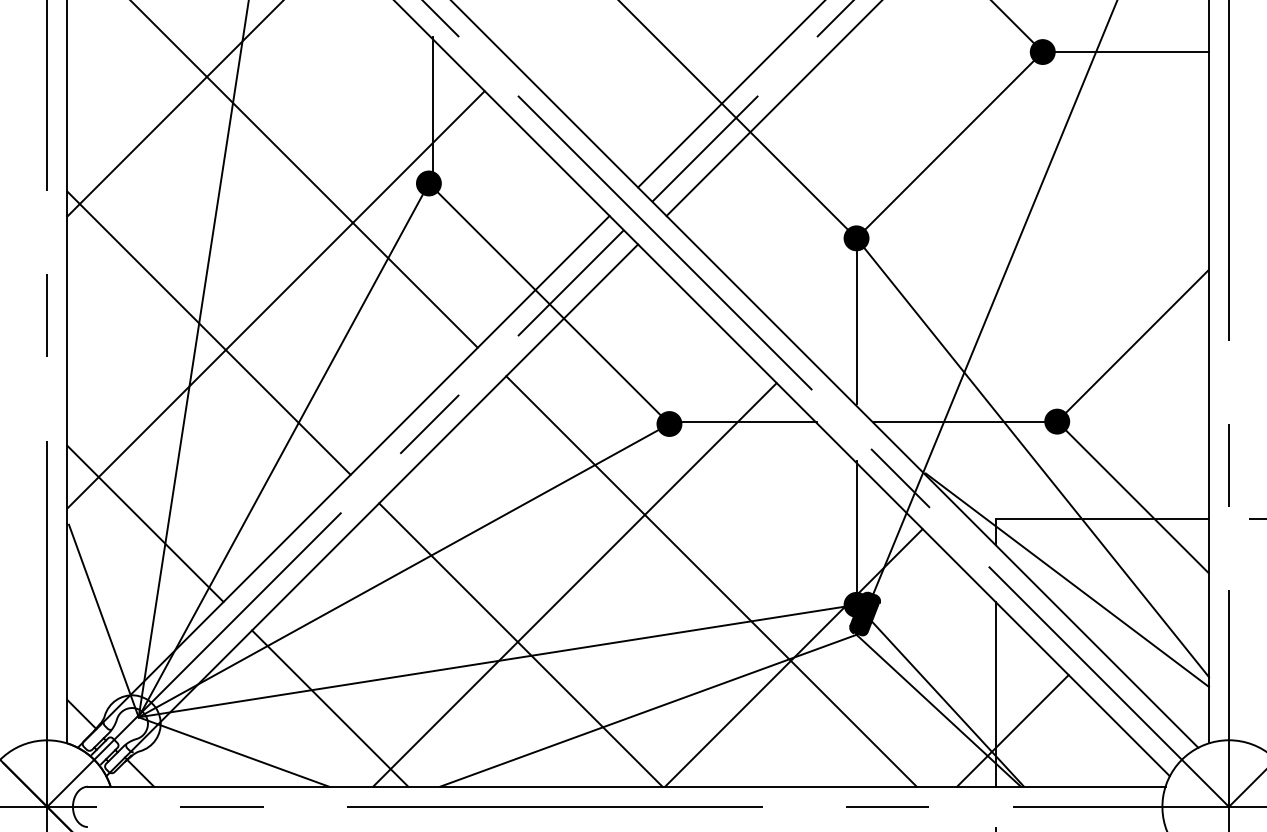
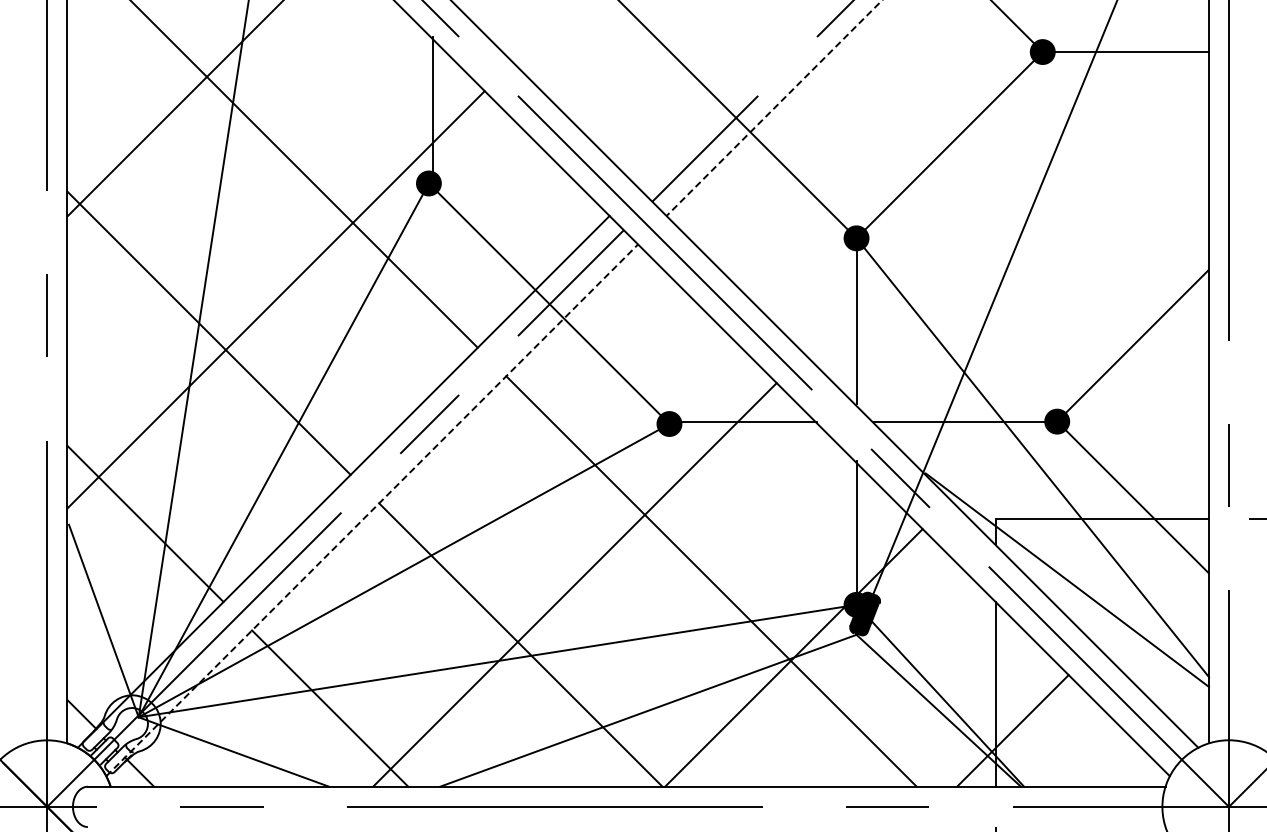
line at (730, 94): present -> none
line at (773, 108): solid -> dashed
line at (372, 510): solid -> dashed
